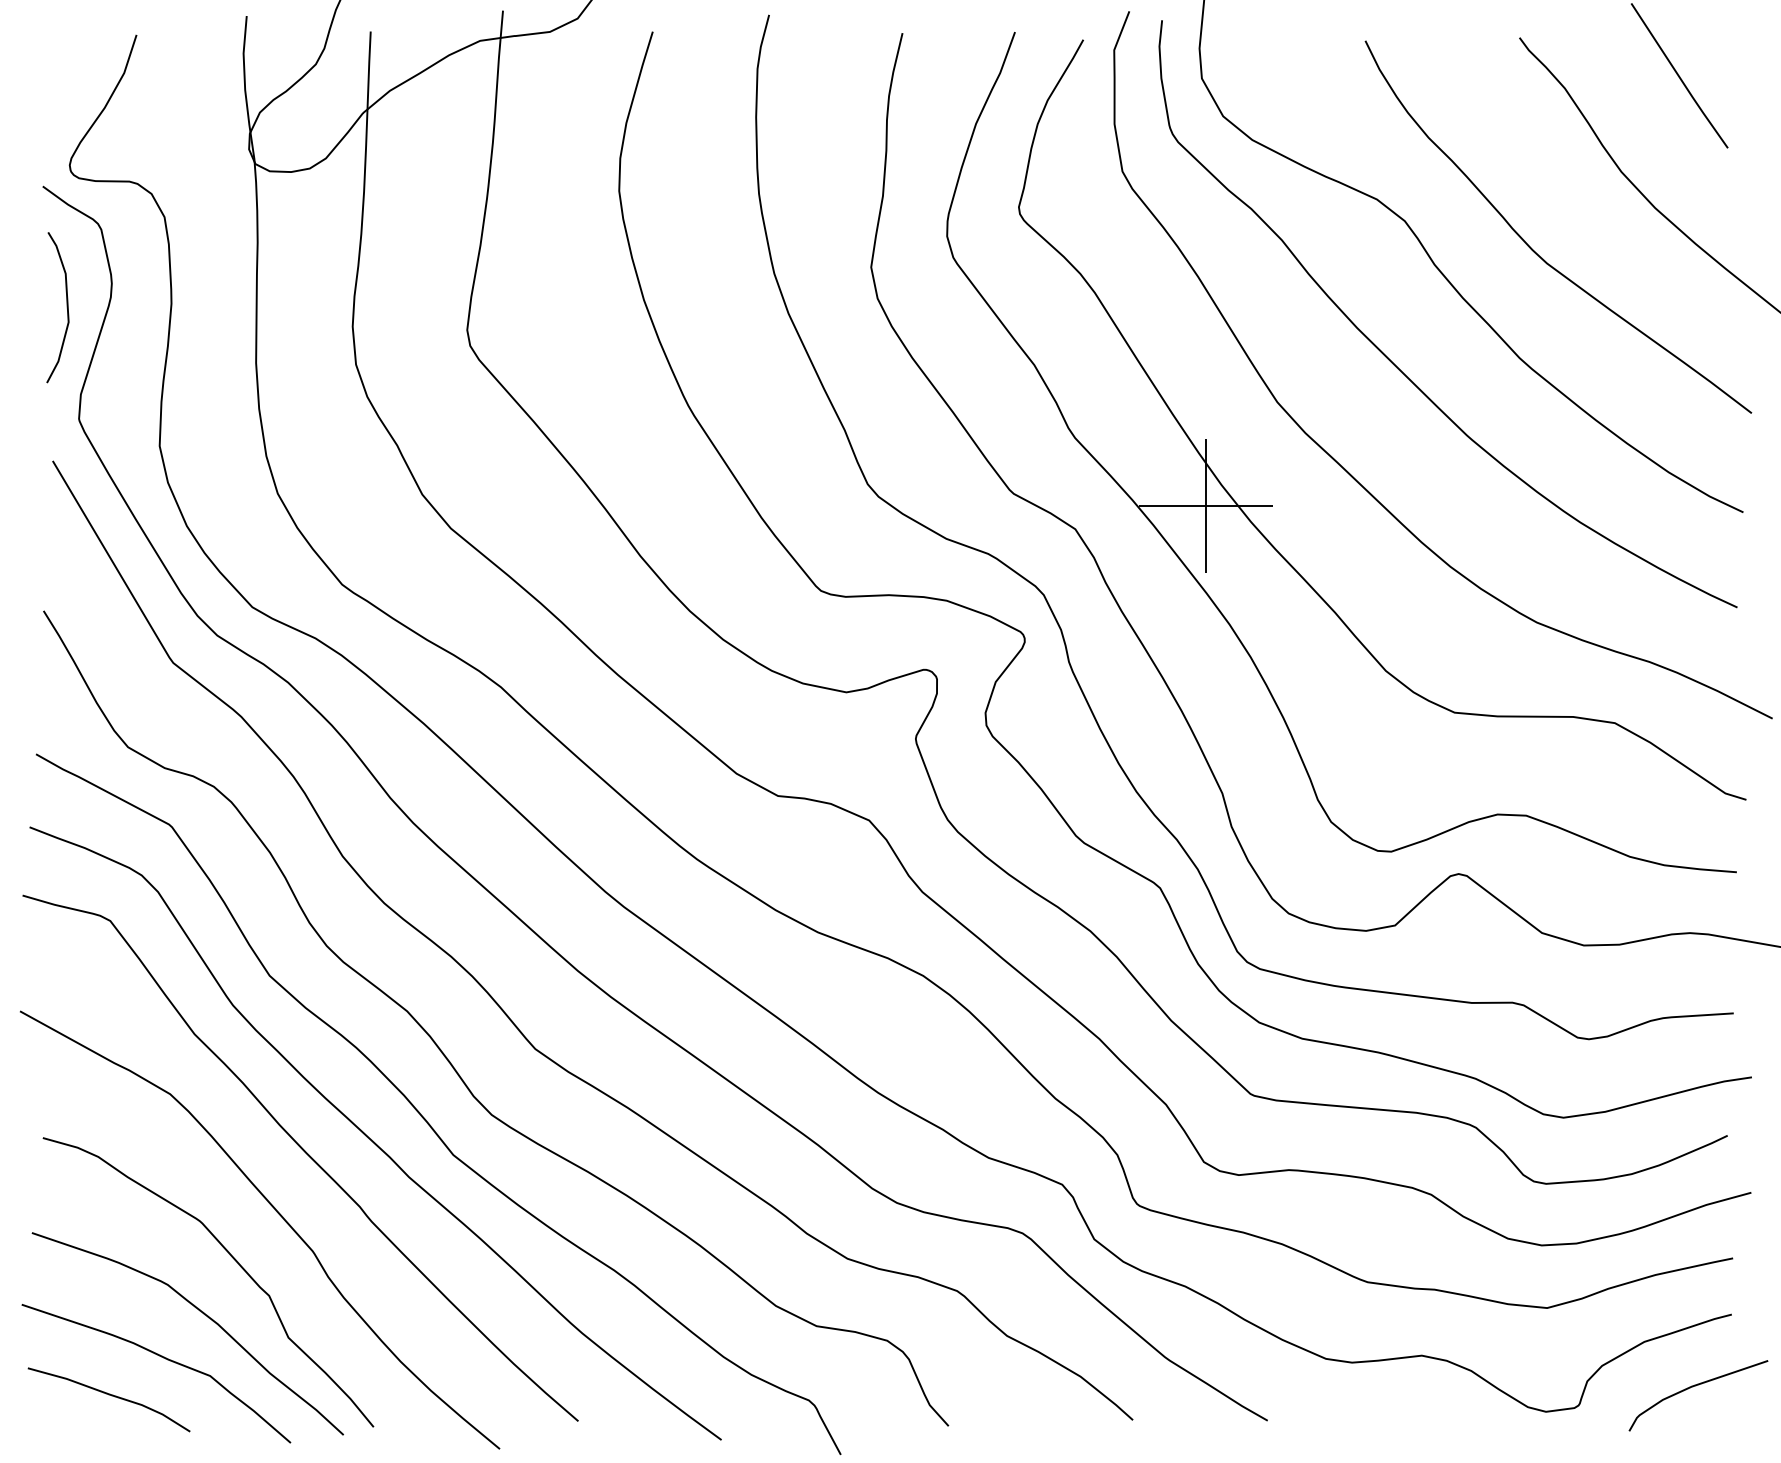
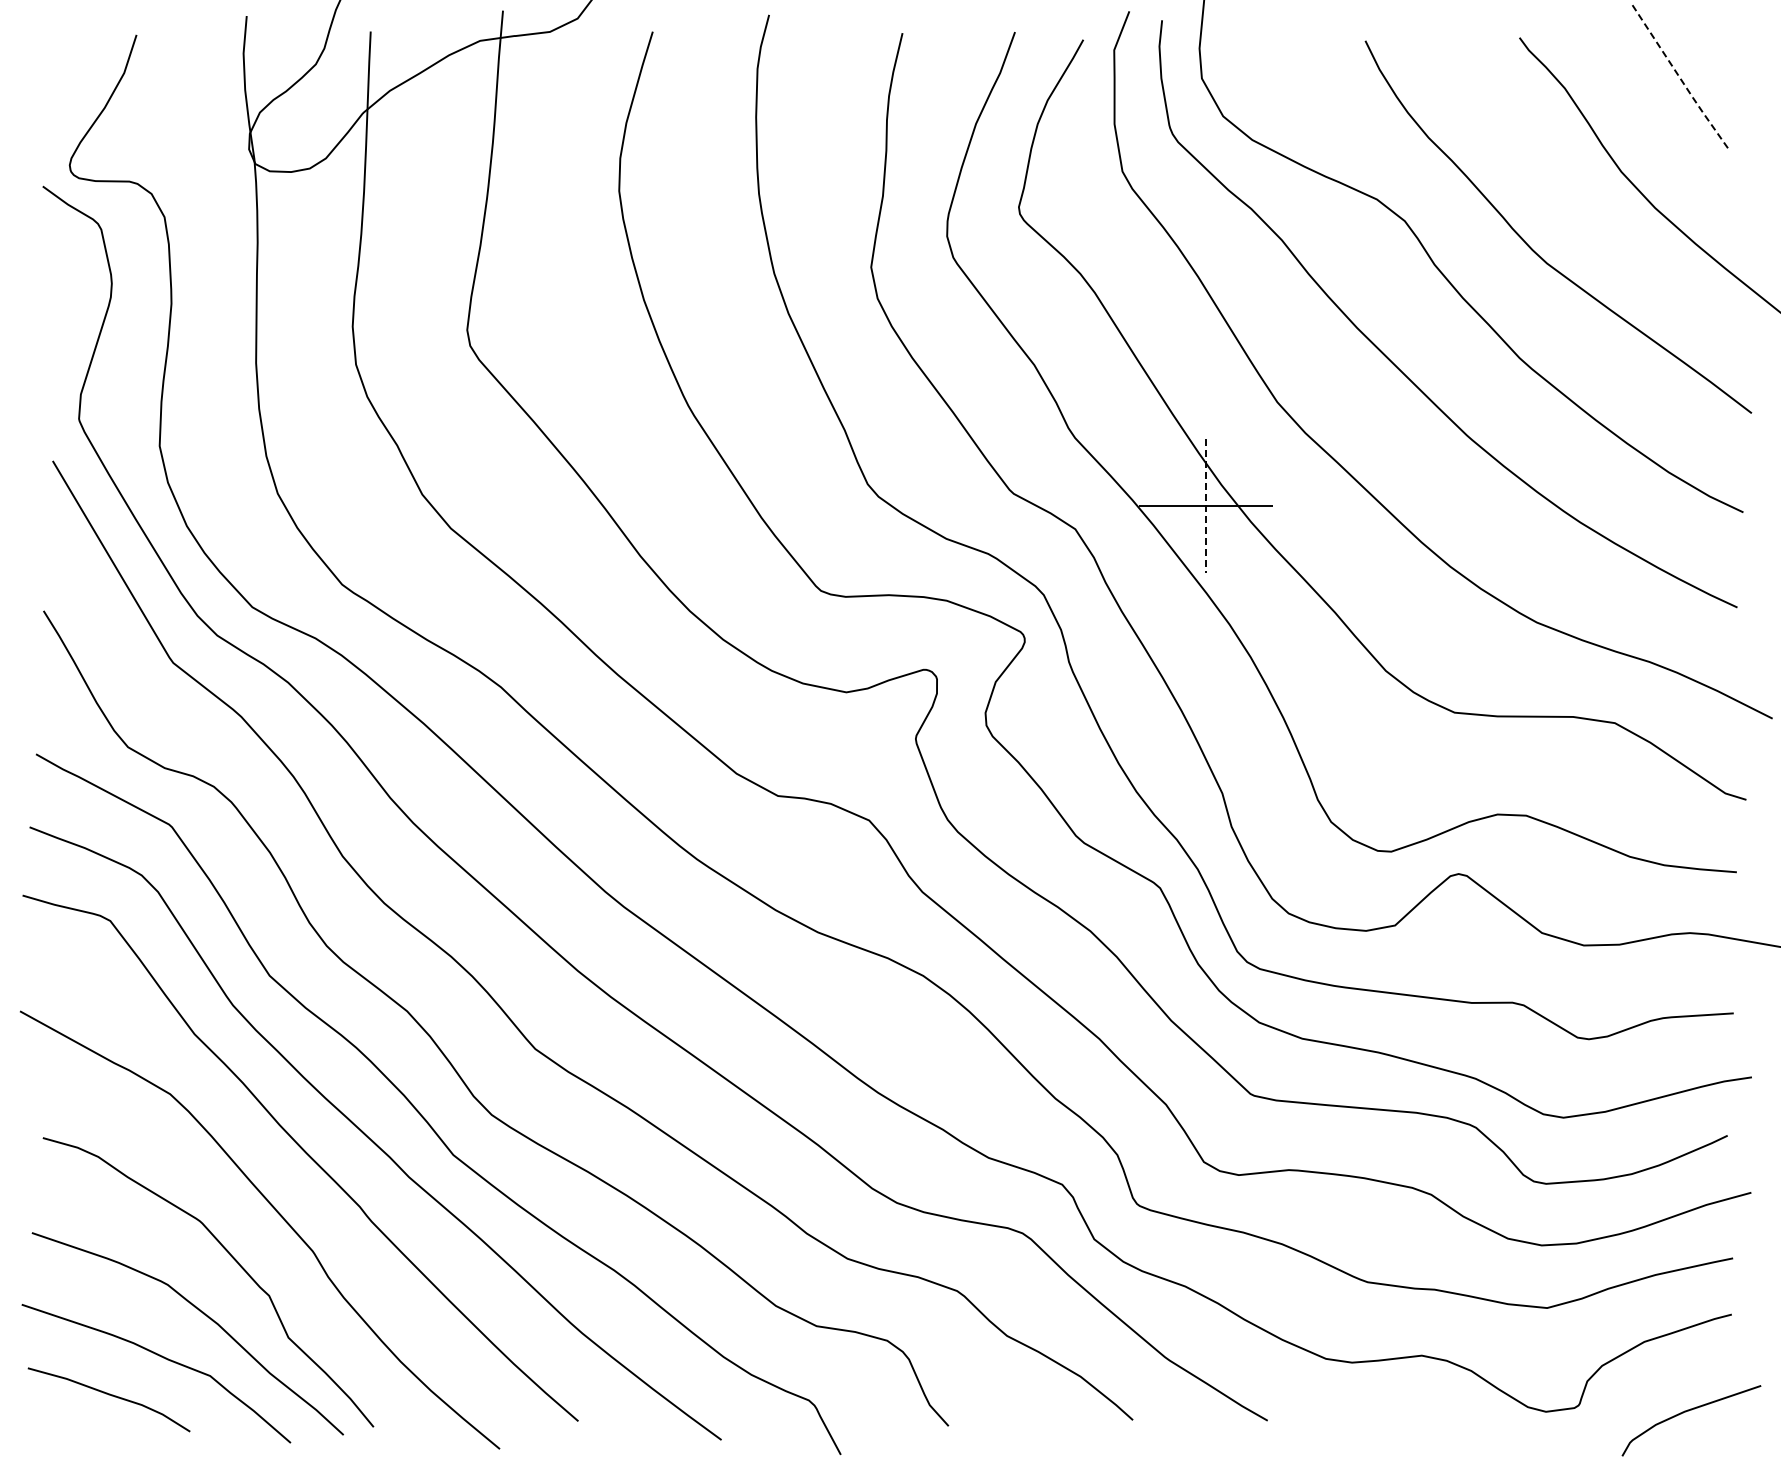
line at (1679, 76): solid -> dashed
curve at (66, 307): present -> none
line at (1205, 506): solid -> dashed
curve at (1693, 1387) position: (1693, 1387) -> (1686, 1412)
